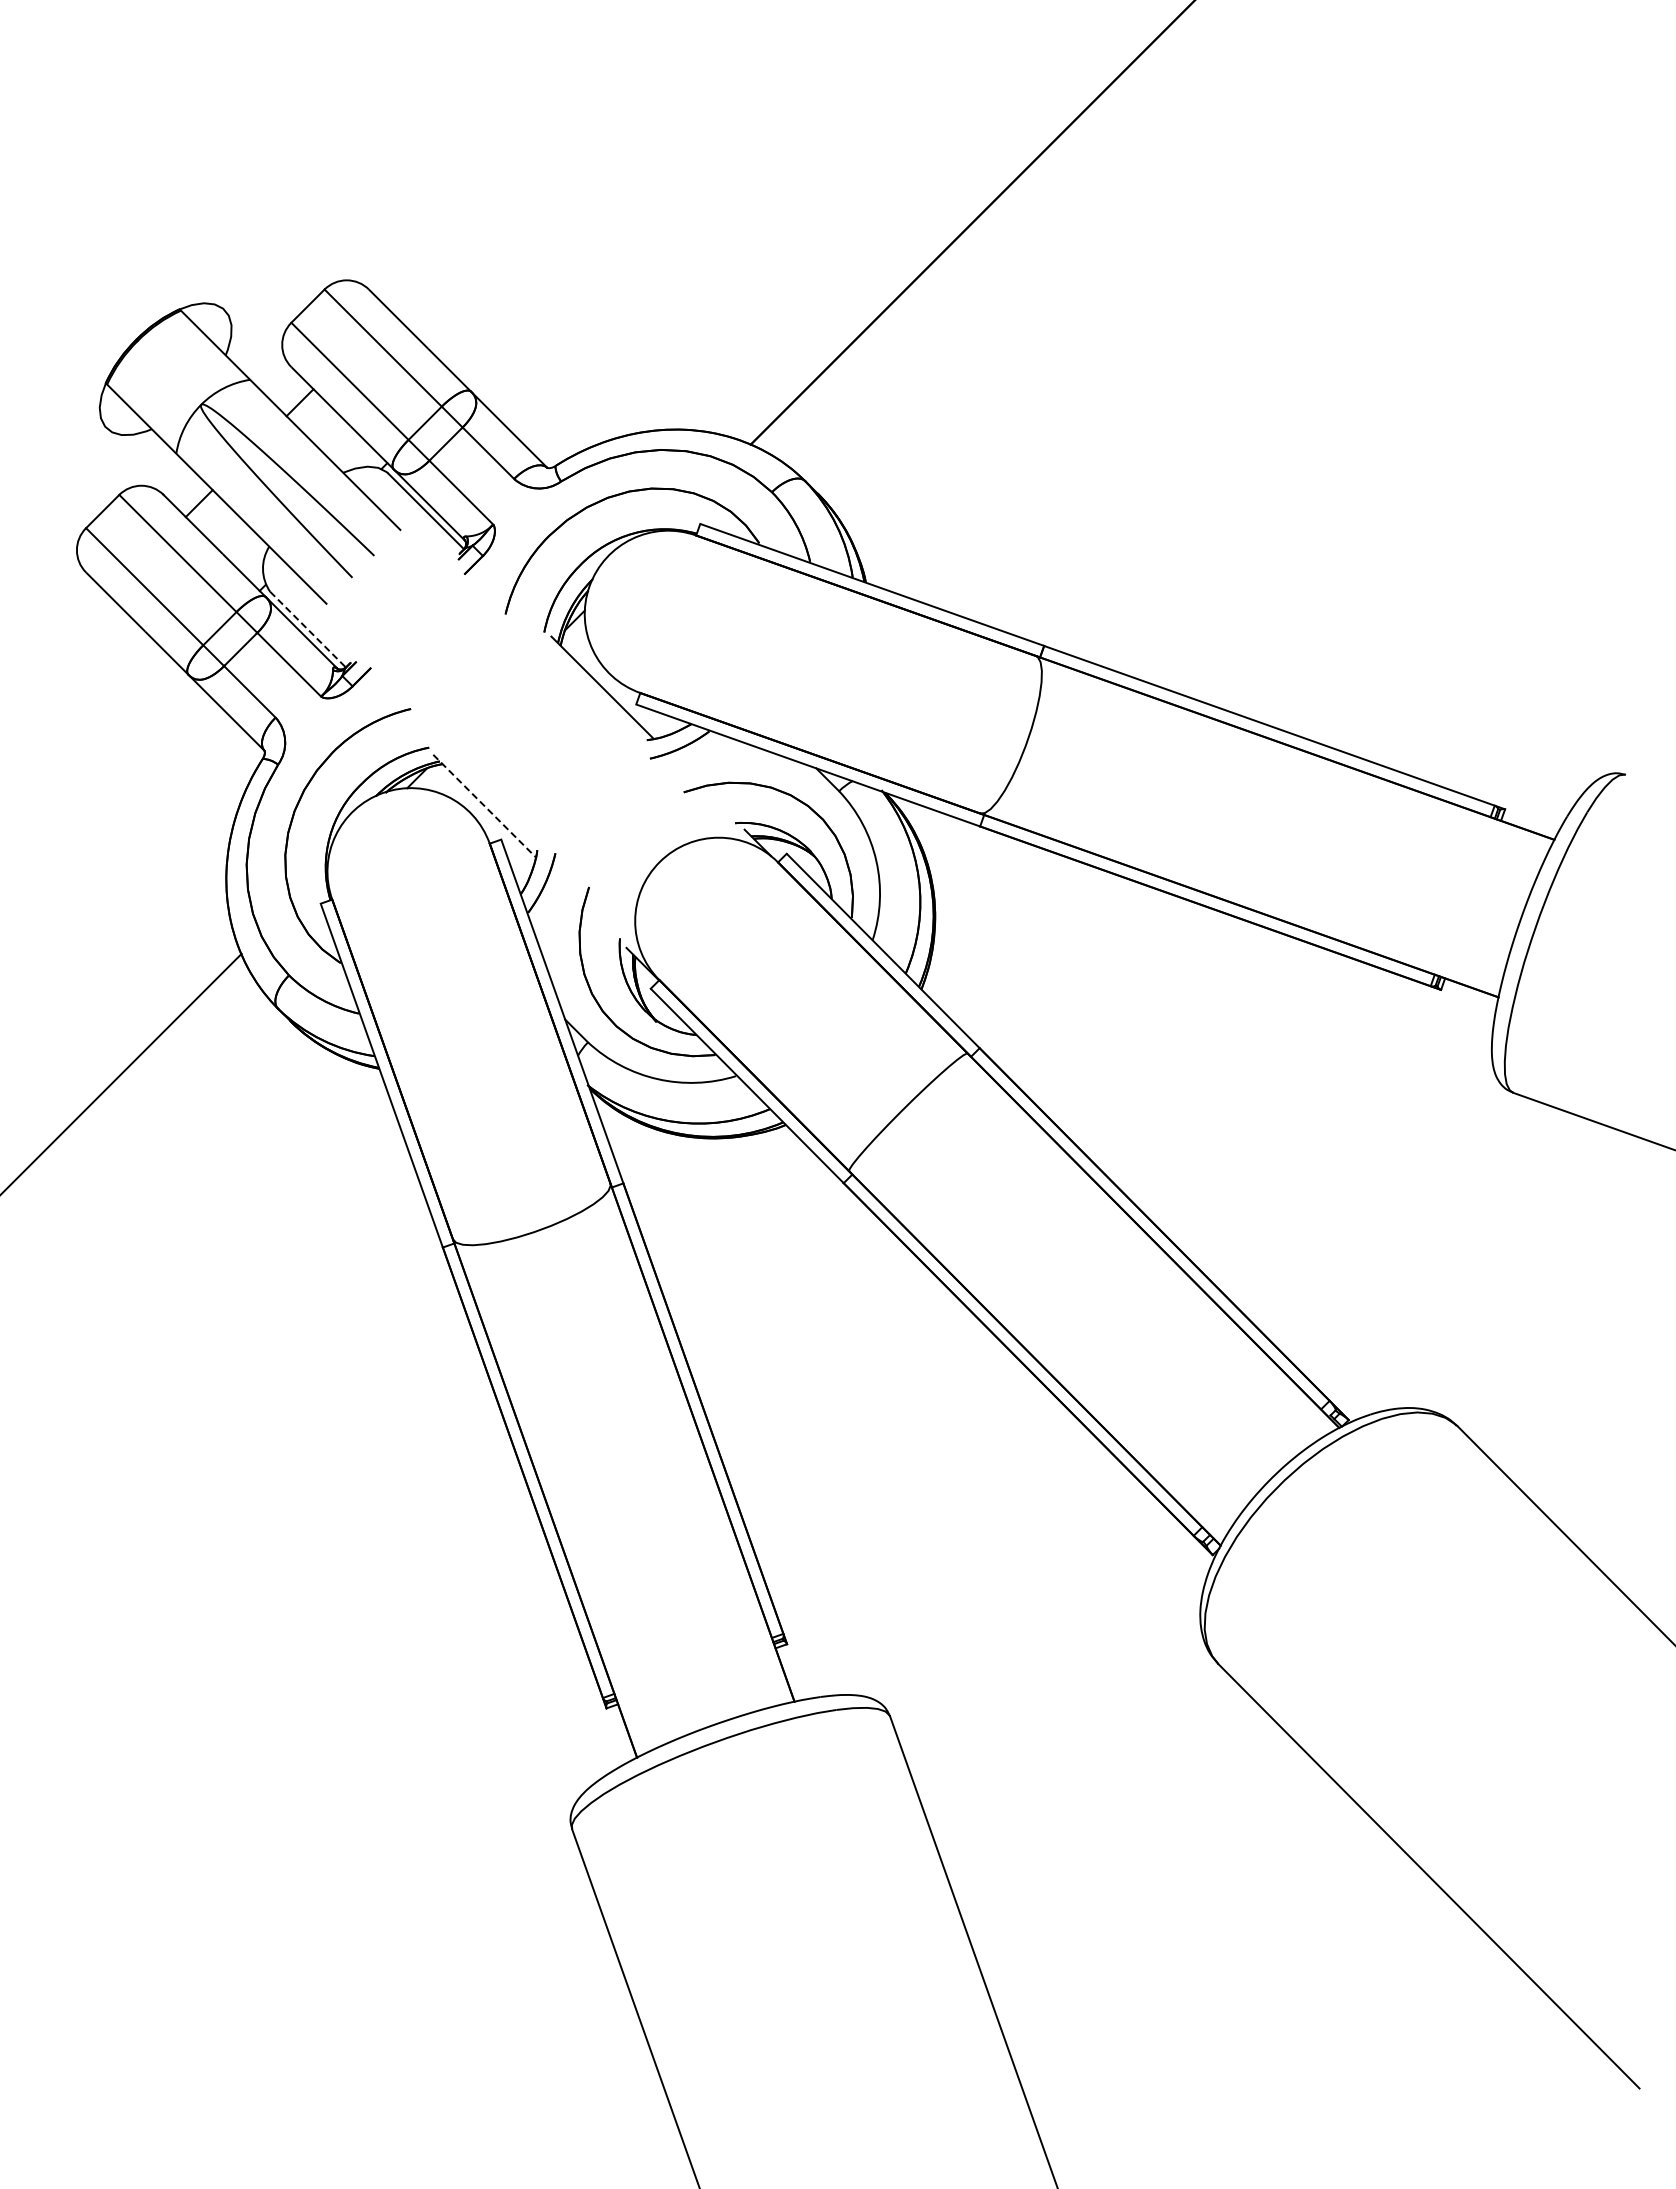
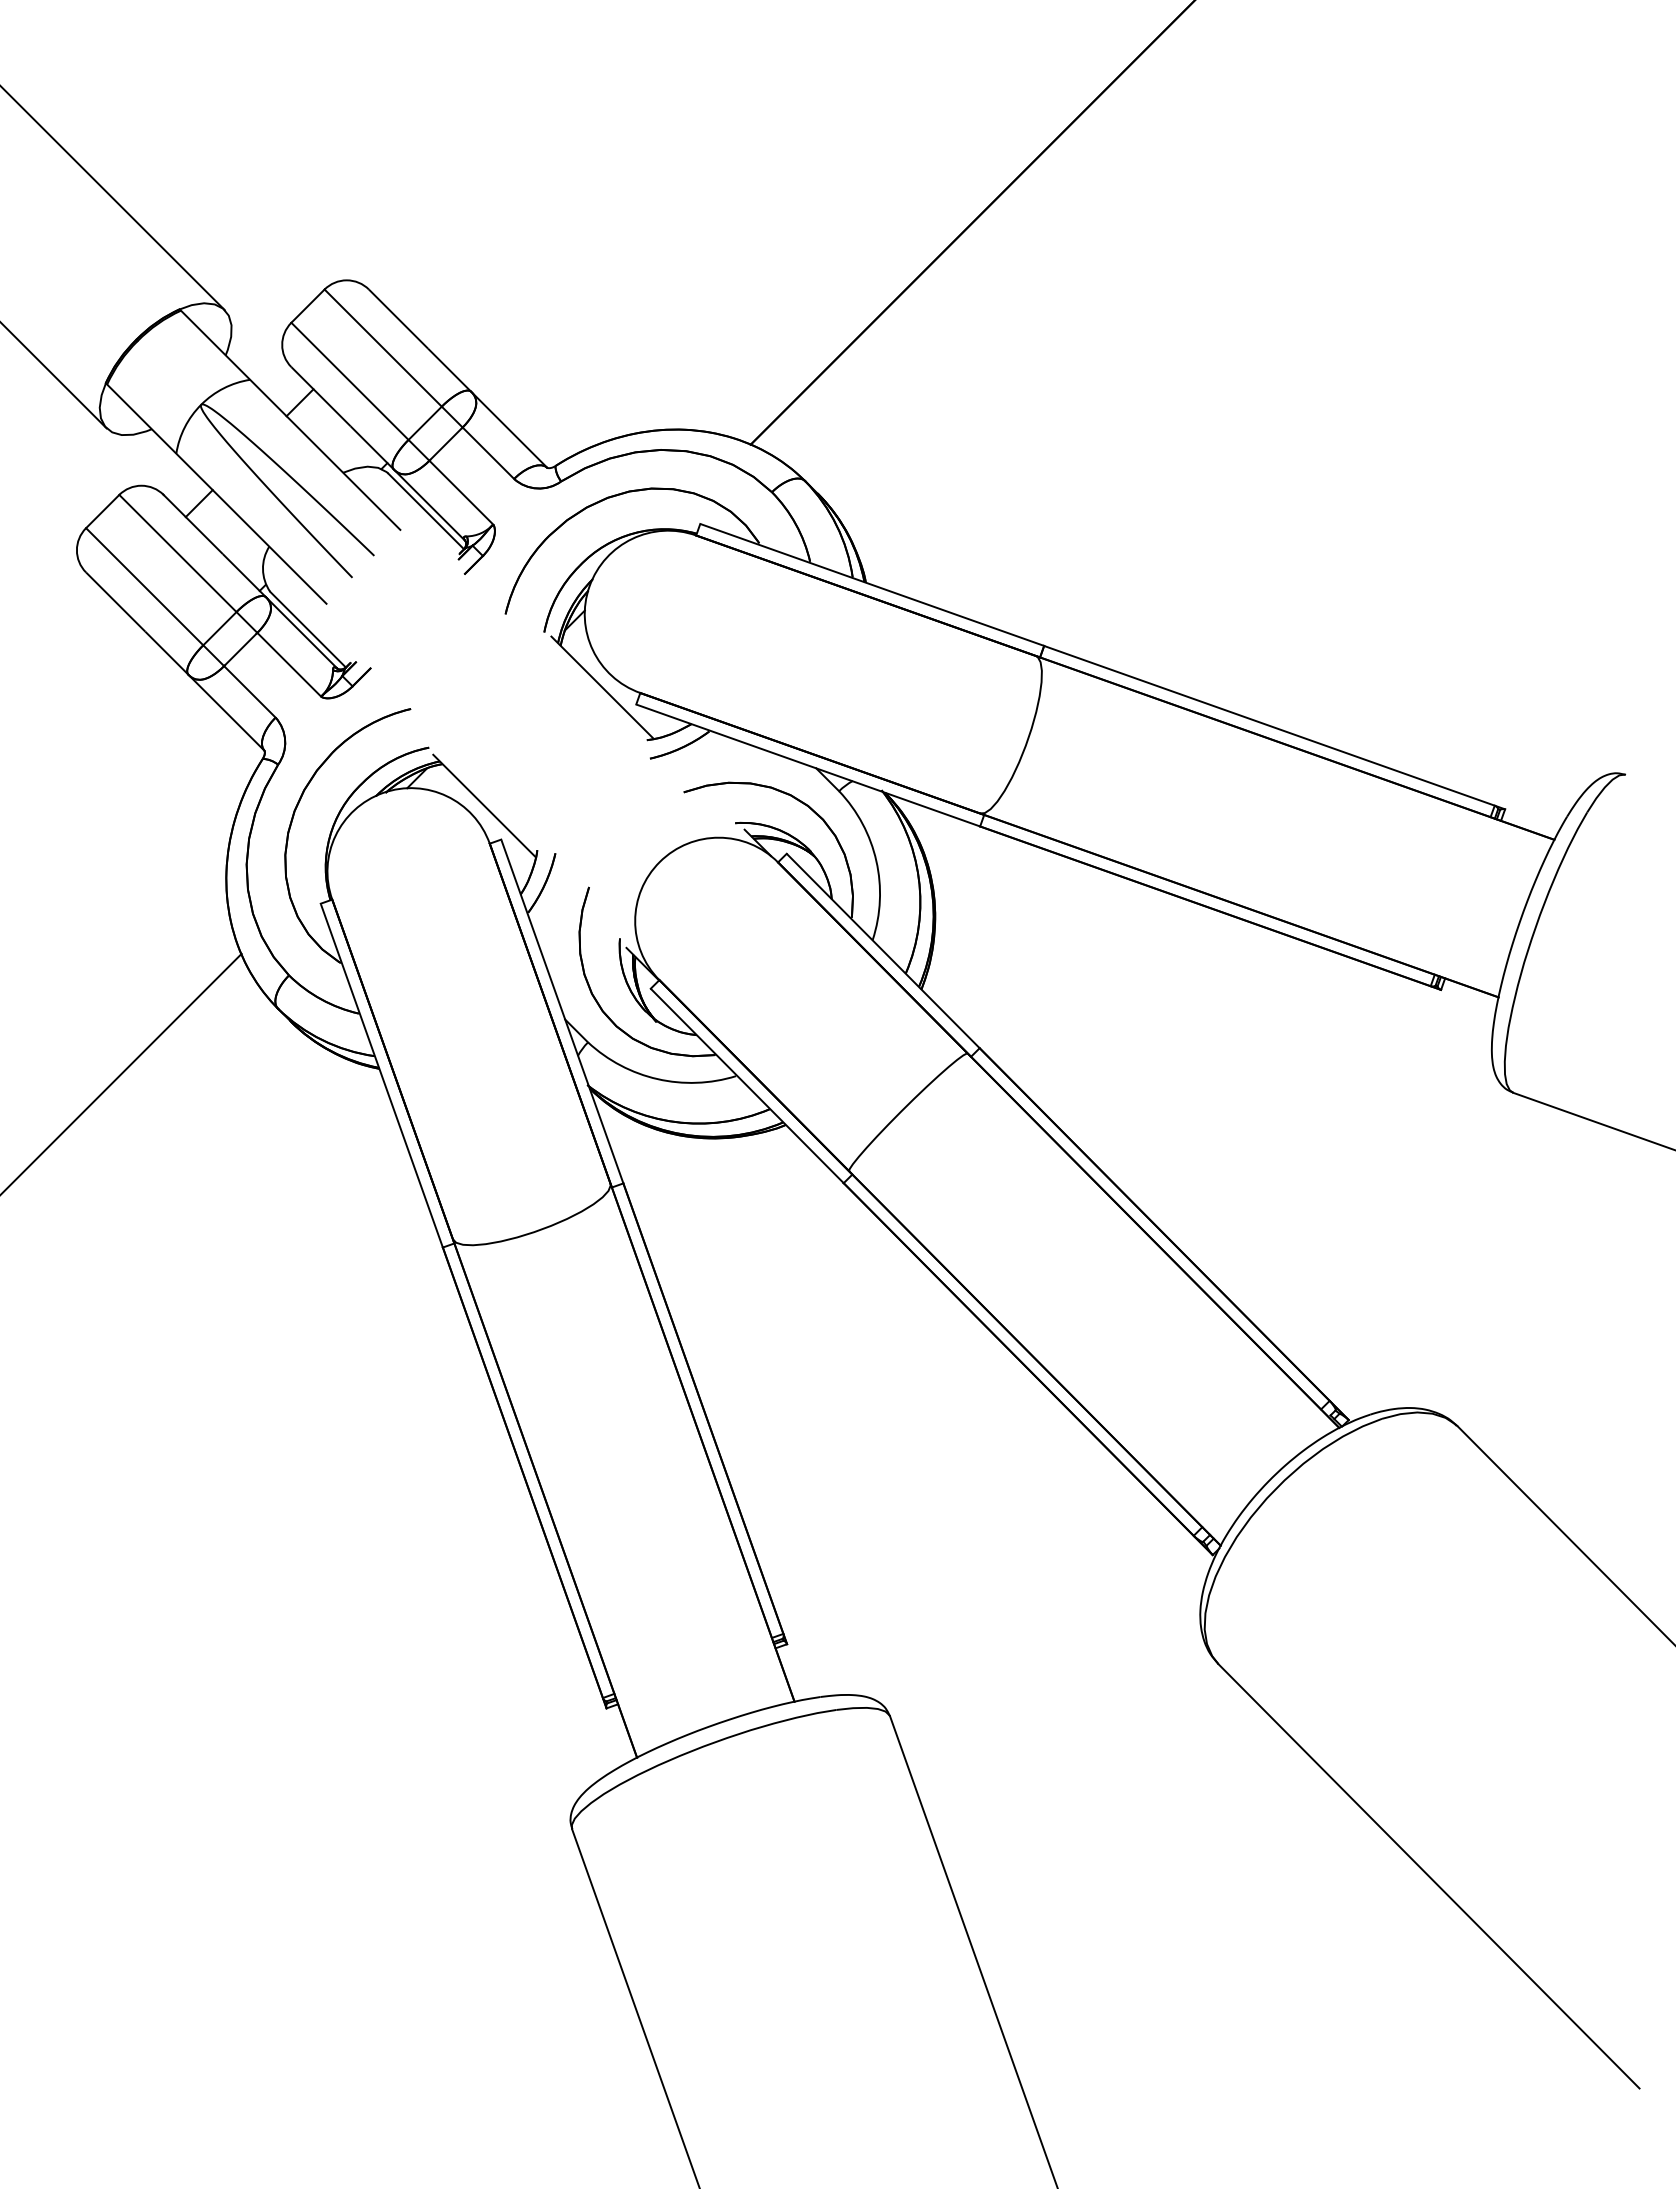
line at (113, 198): none -> present
line at (54, 375): none -> present
line at (308, 629): dashed -> solid
line at (484, 806): dashed -> solid
